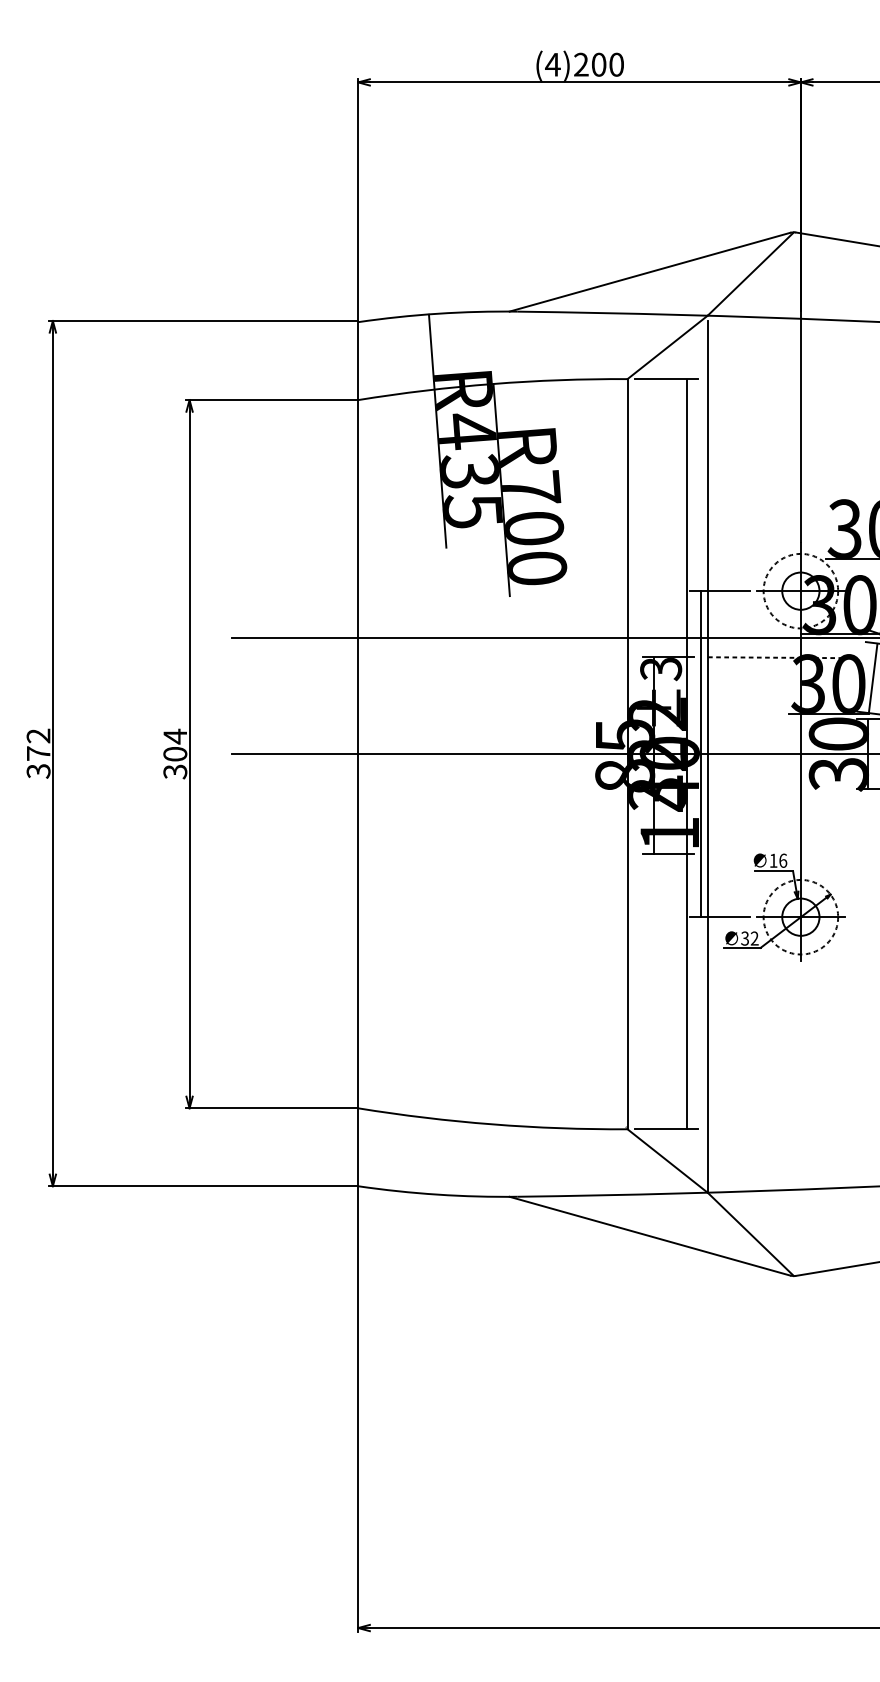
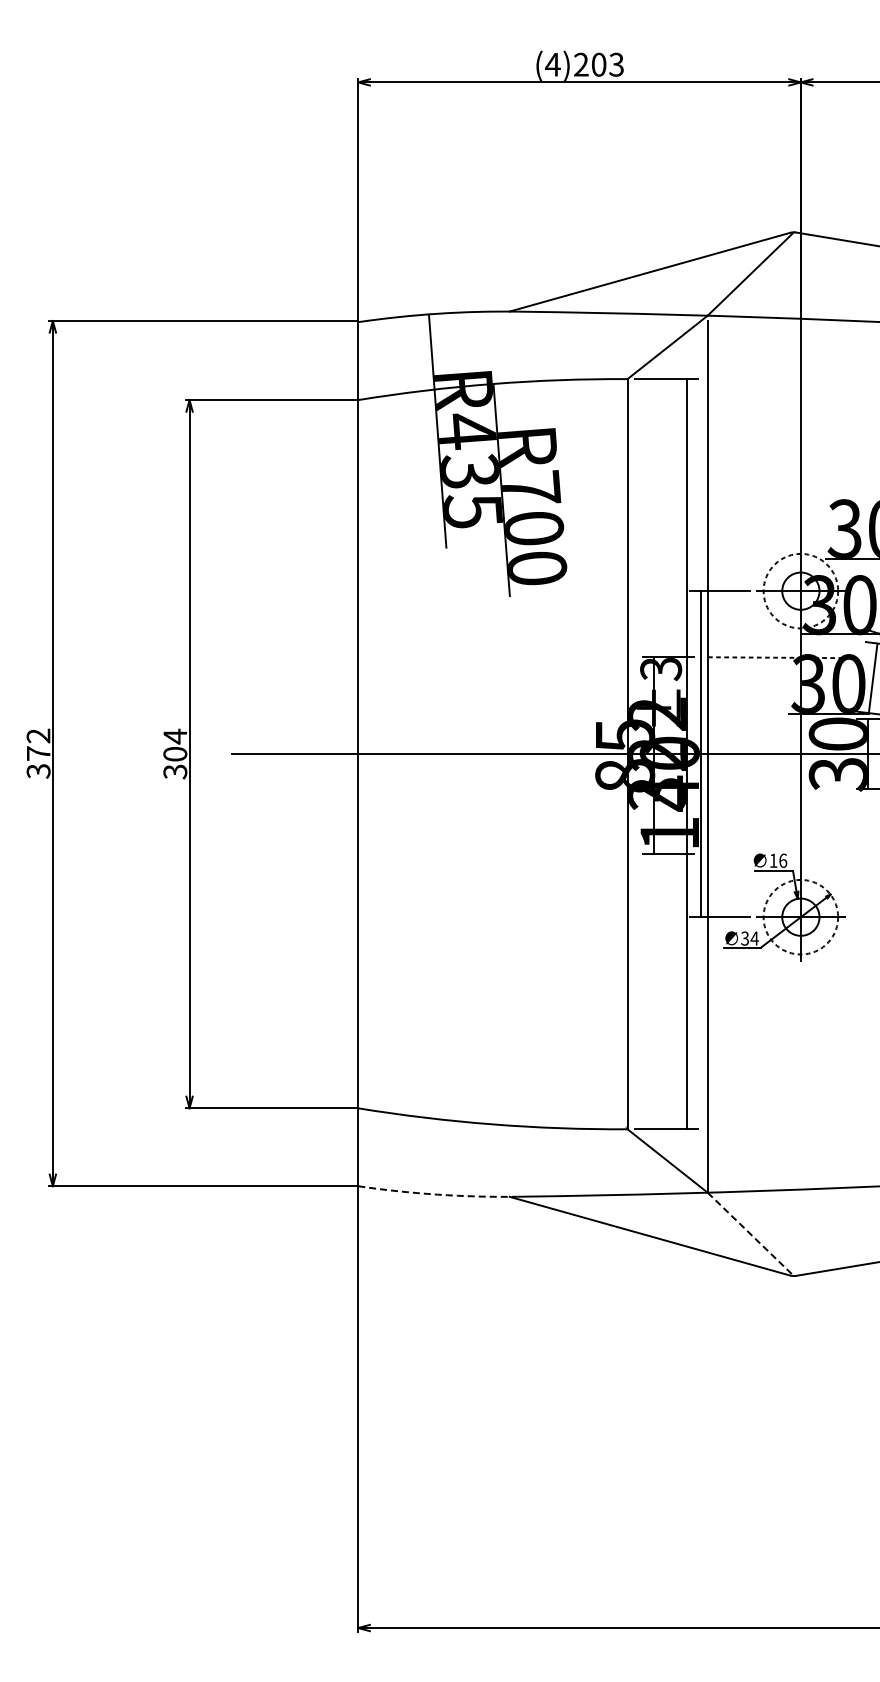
text at (616, 64): (4)200 -> (4)203
line at (553, 637): present -> none
text at (754, 938): 32 -> 34
arc at (437, 1194): solid -> dashed
line at (750, 1234): solid -> dashed
